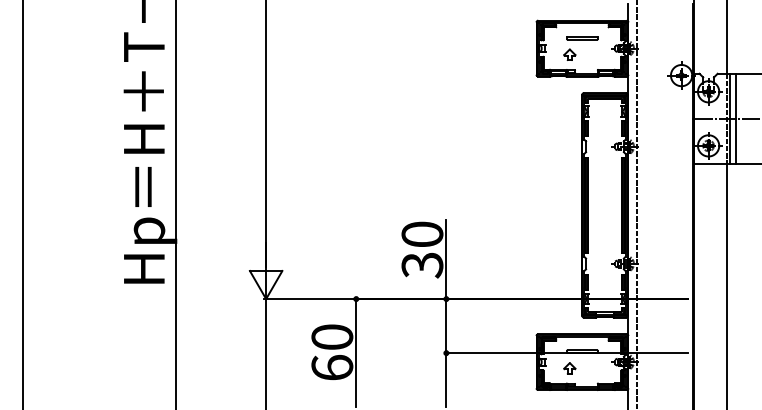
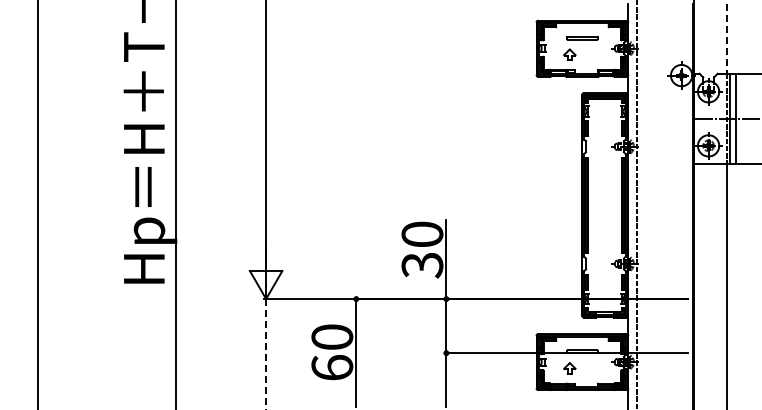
line at (726, 37): solid -> dashed
line at (22, 204) position: (22, 204) -> (37, 204)
line at (266, 354): solid -> dashed
